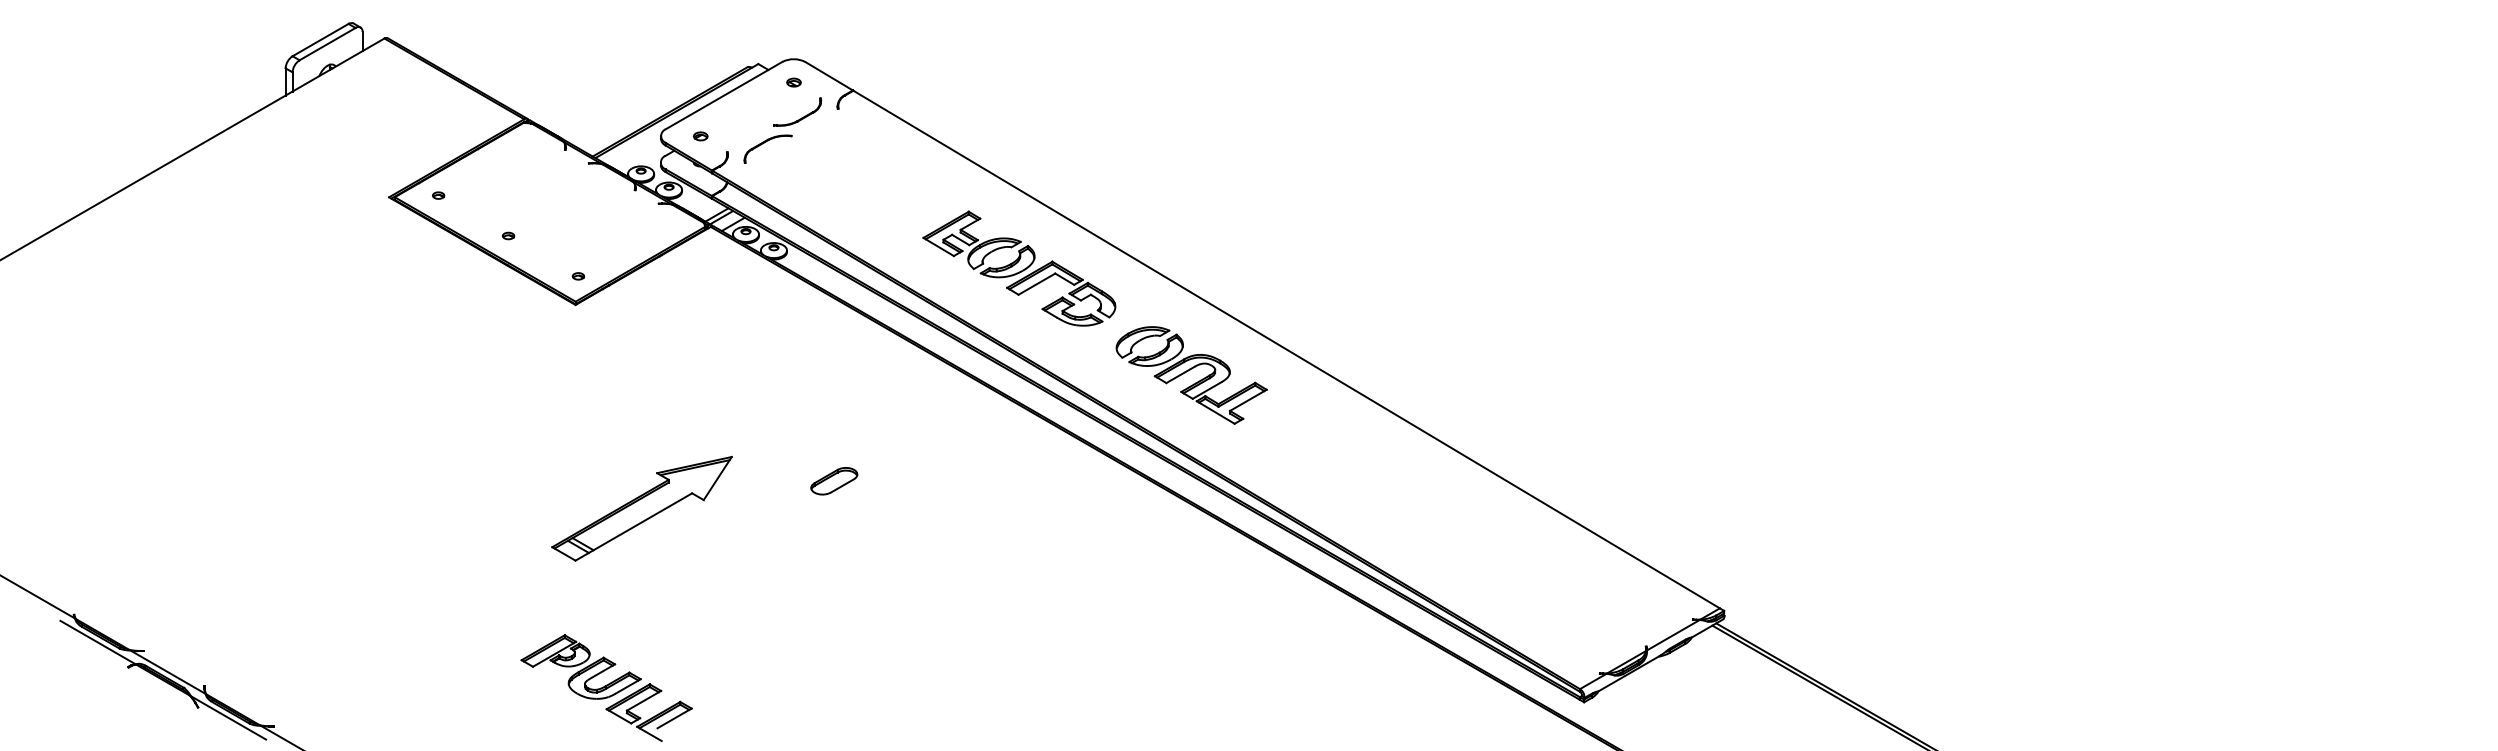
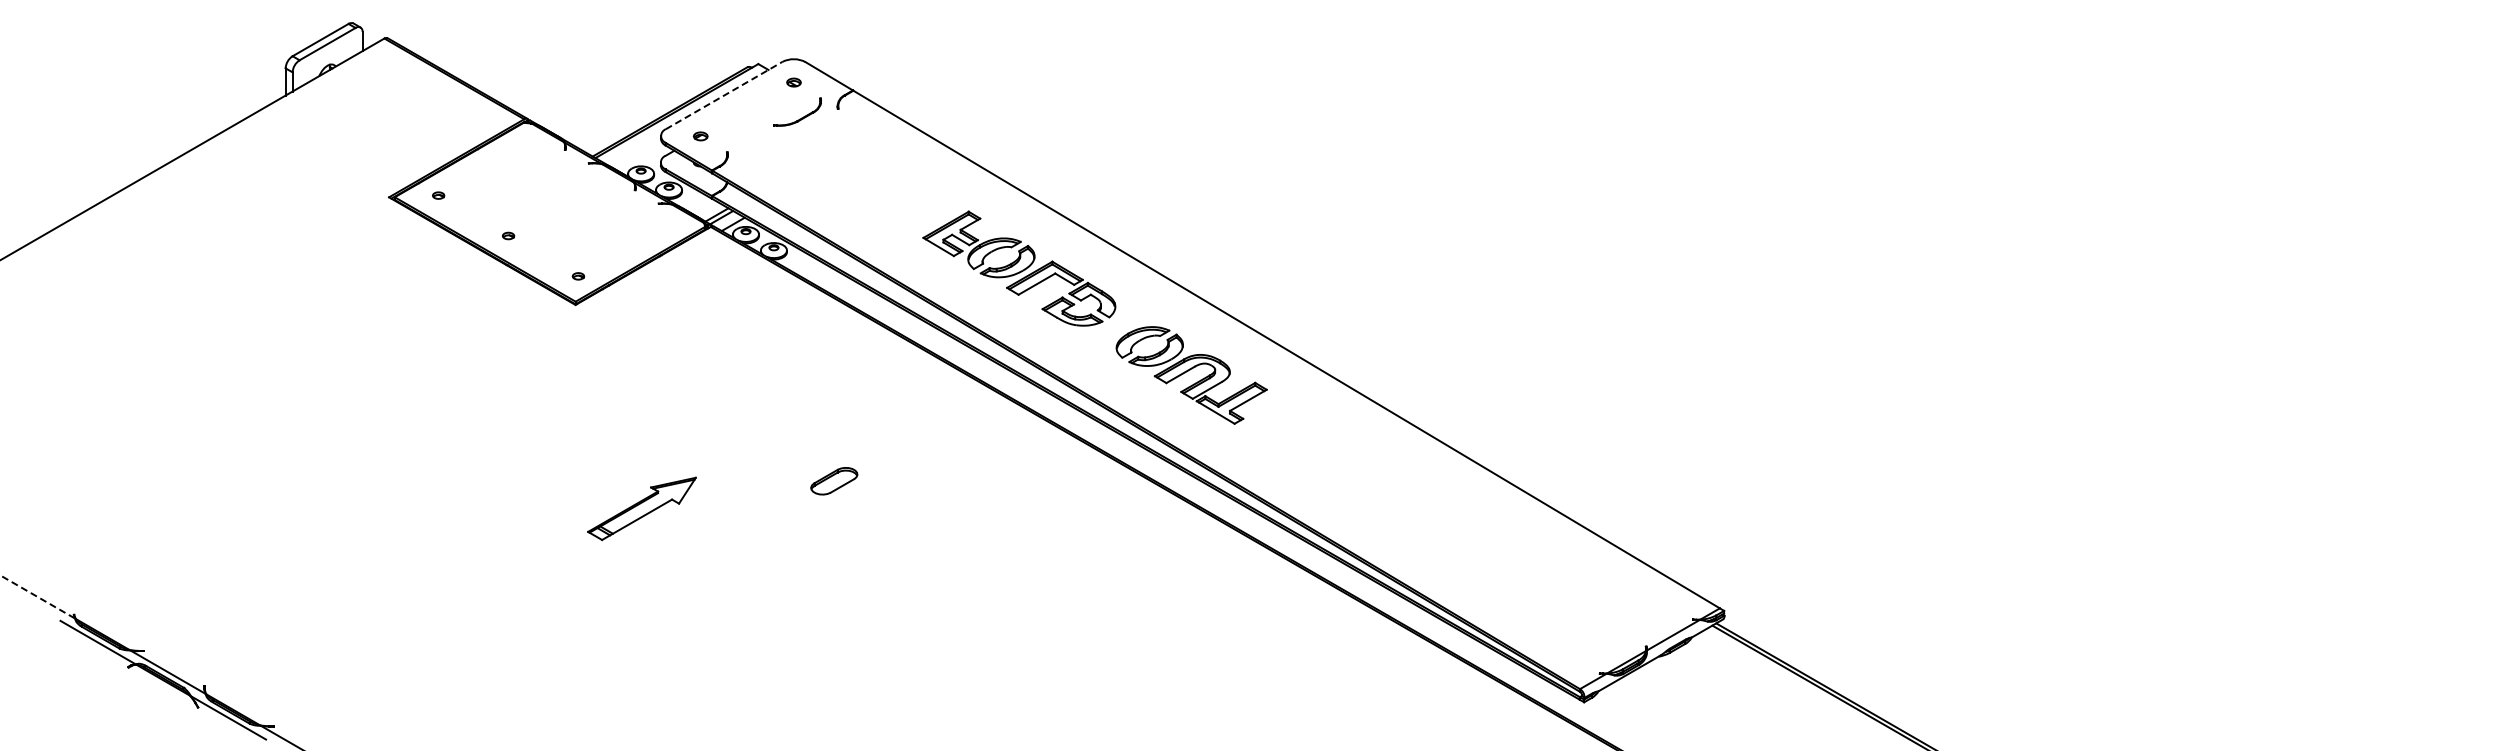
line at (724, 95): solid -> dashed
part at (767, 148): present -> none
part at (641, 508) size: 182x106 px -> 110x66 px
line at (37, 597): solid -> dashed
part at (606, 687): present -> none
